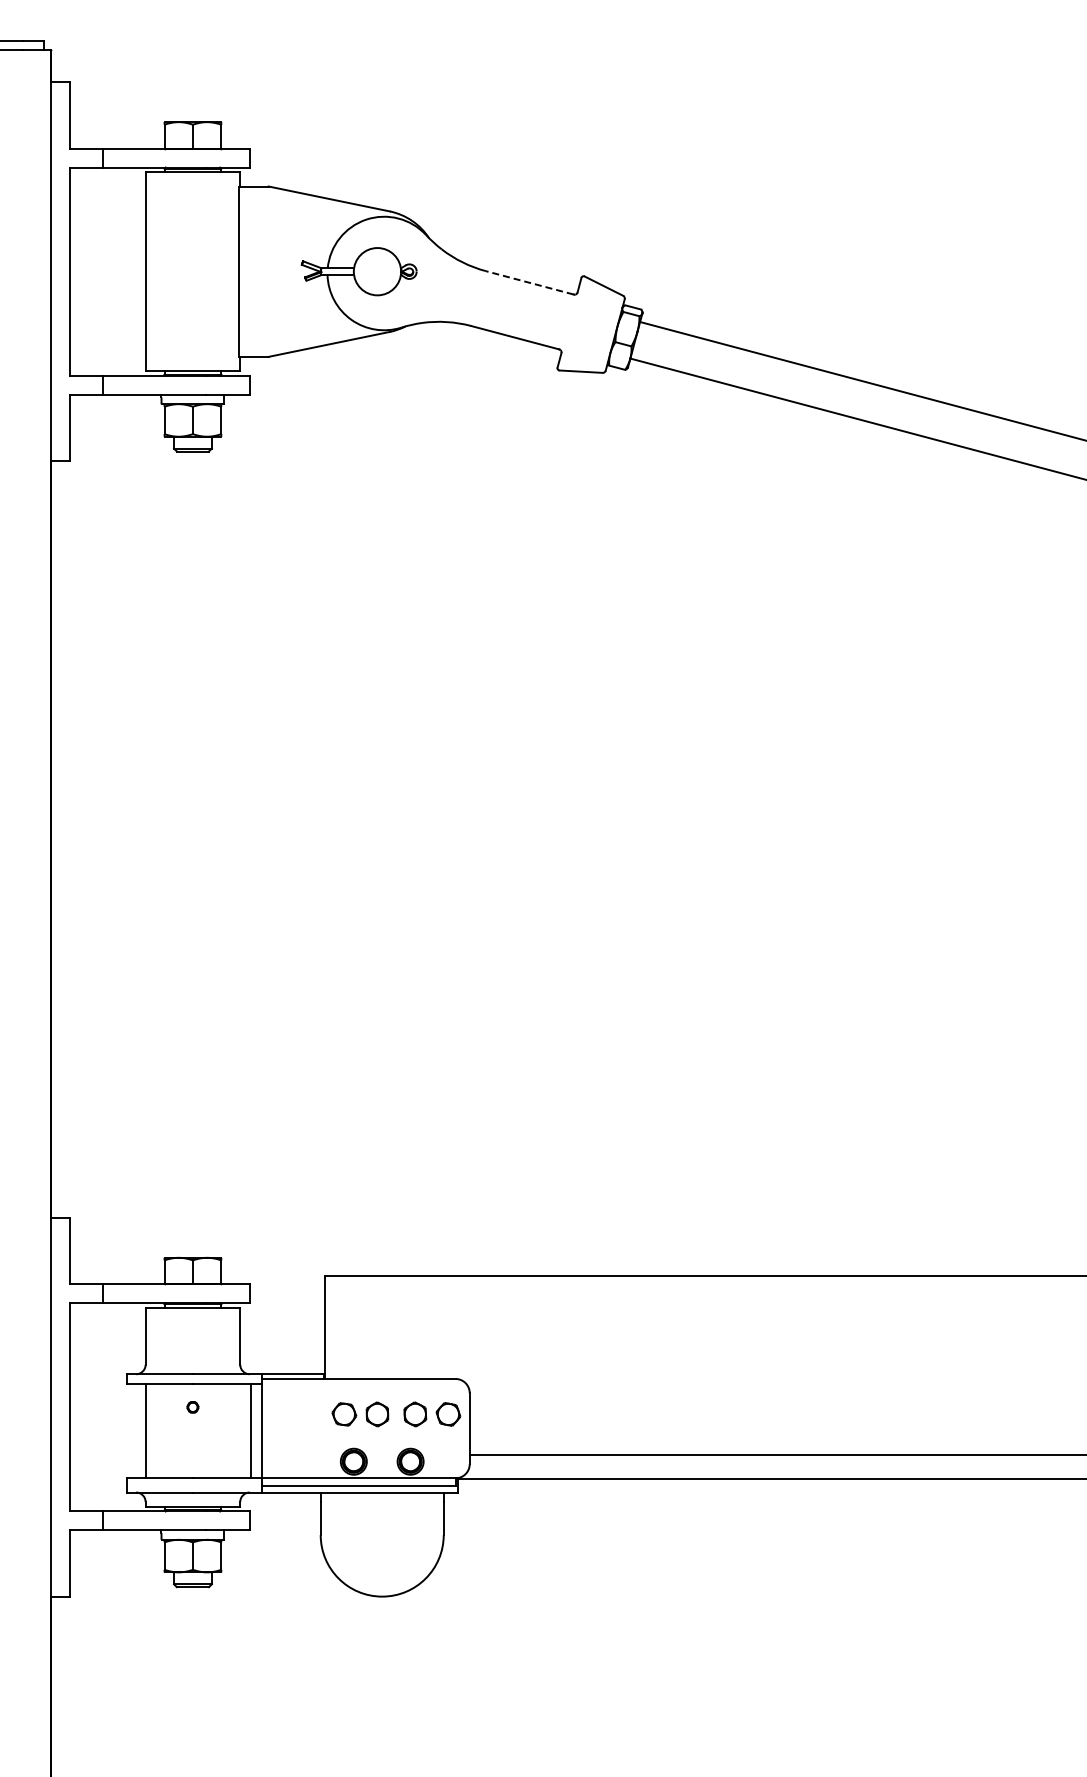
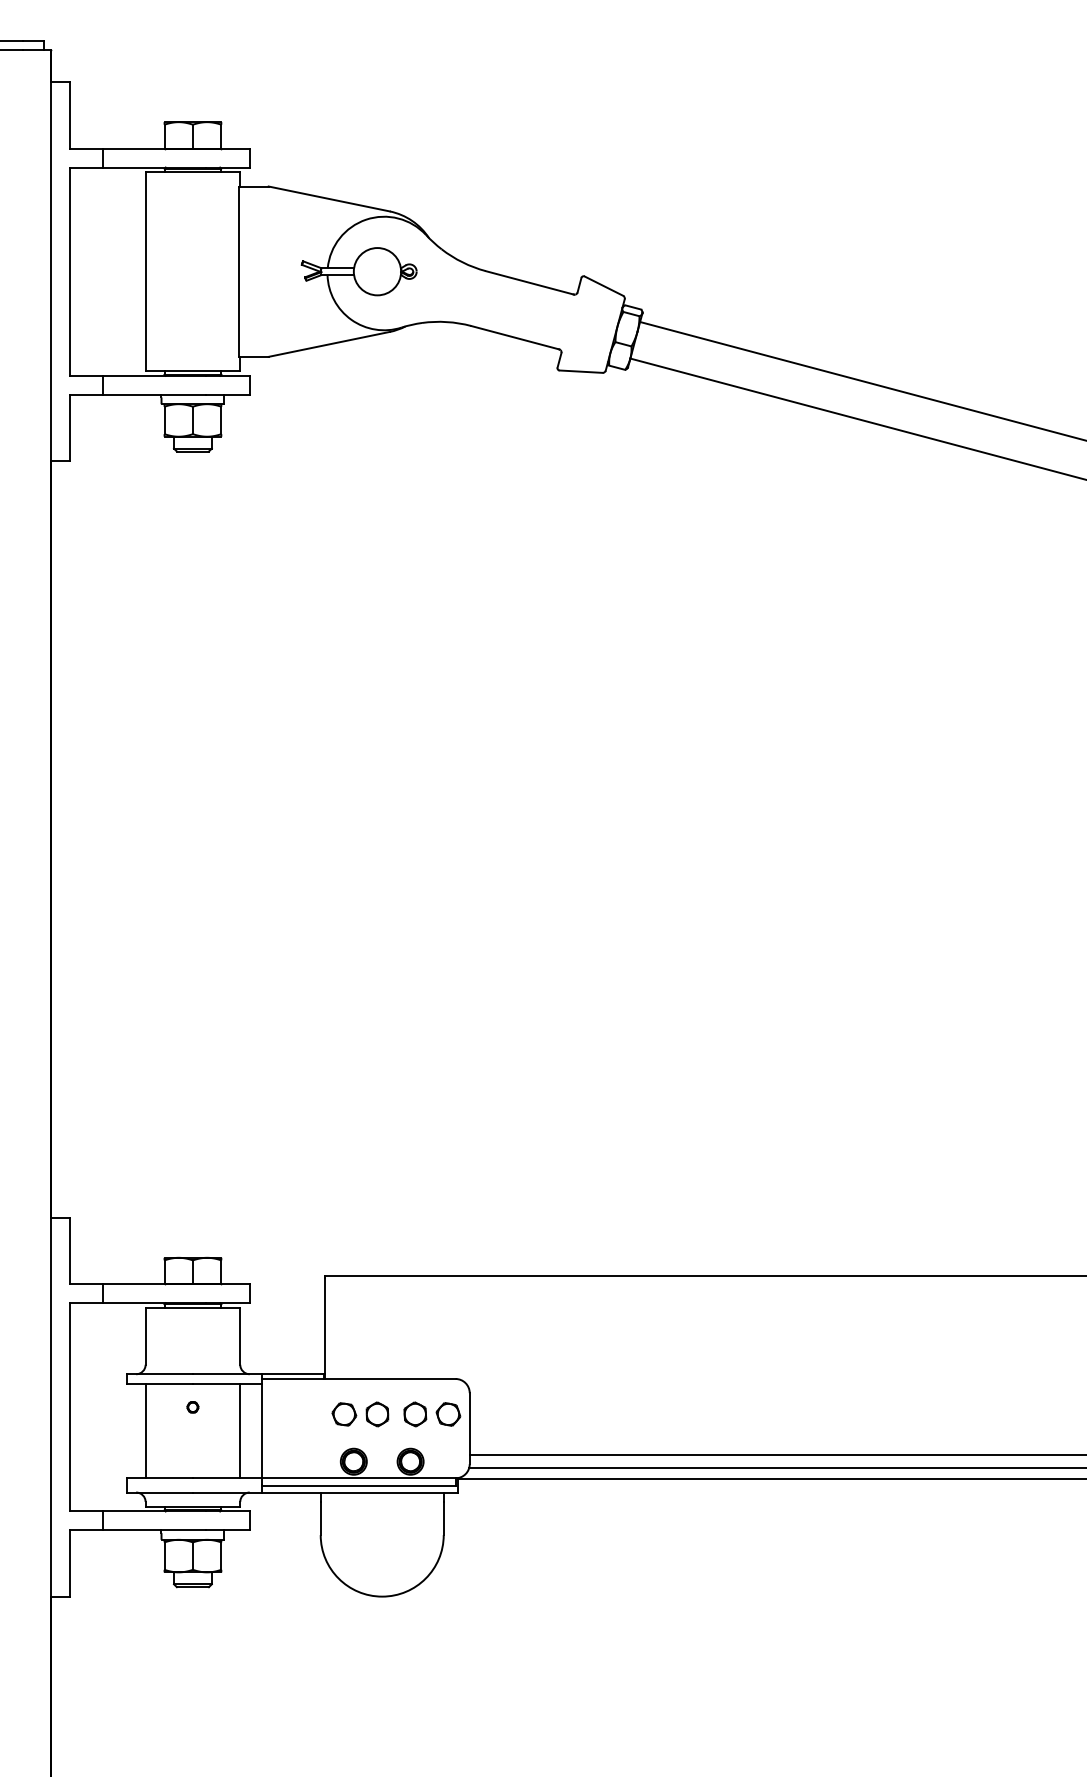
line at (529, 282): dashed -> solid
line at (251, 1430) position: (251, 1430) -> (240, 1430)
line at (776, 1468): none -> present
